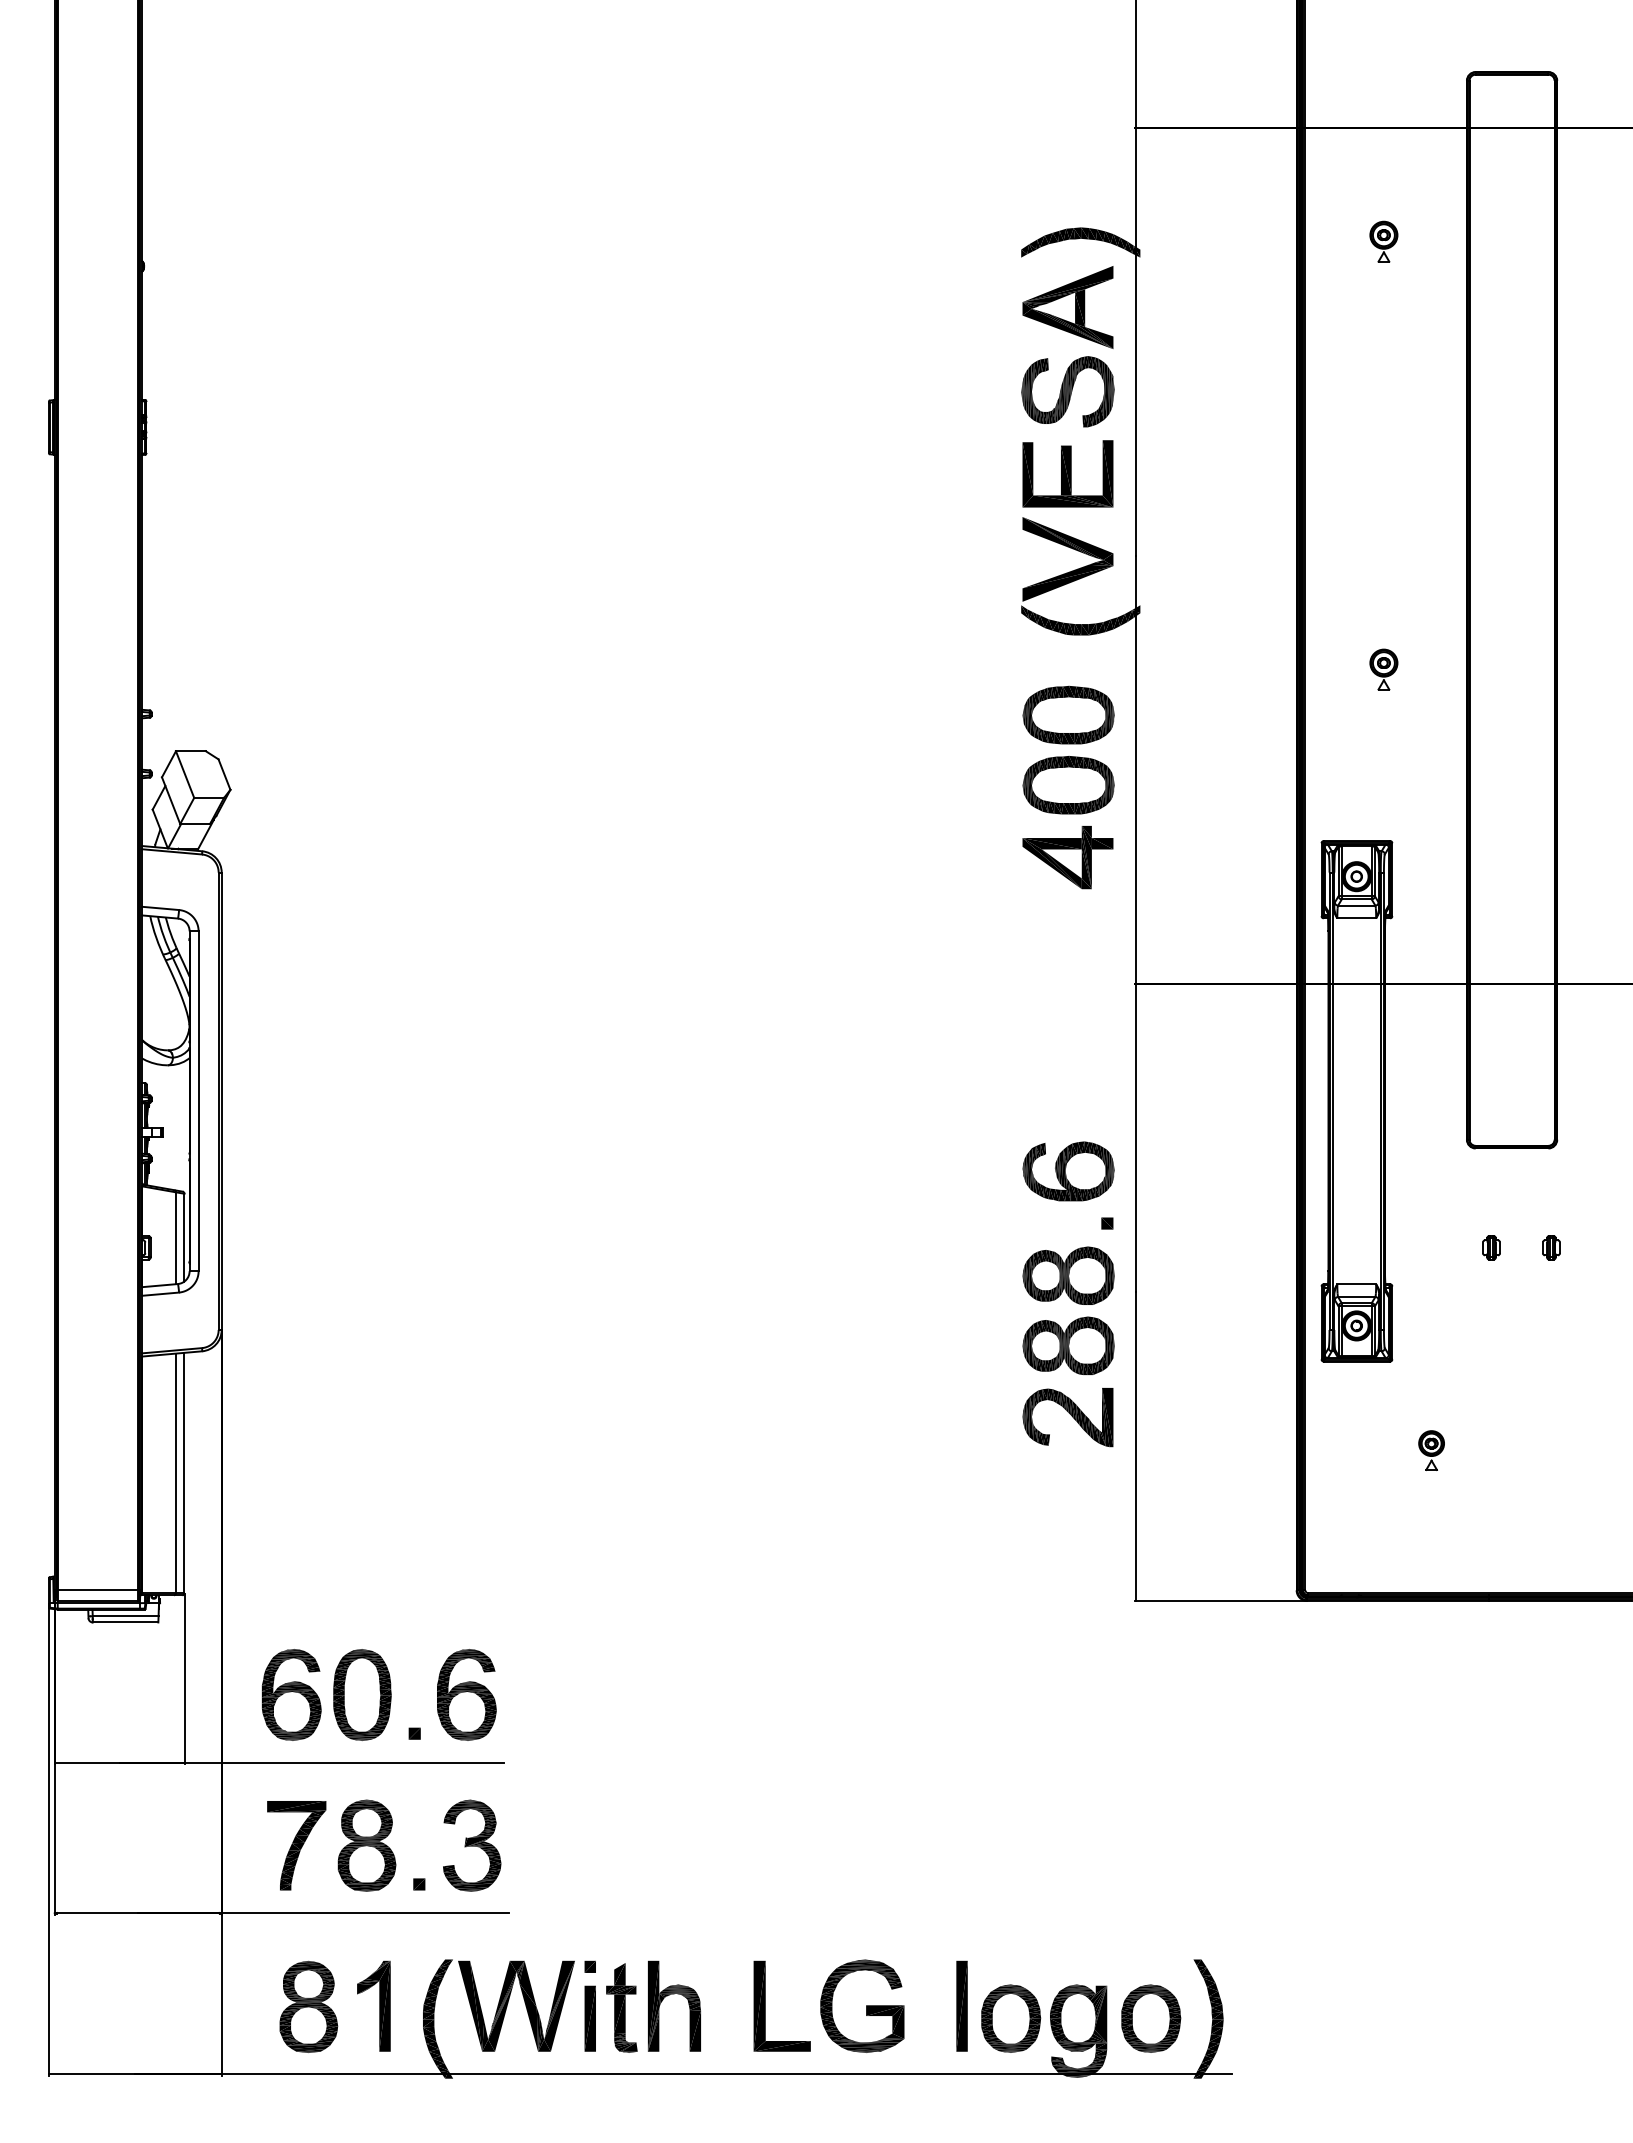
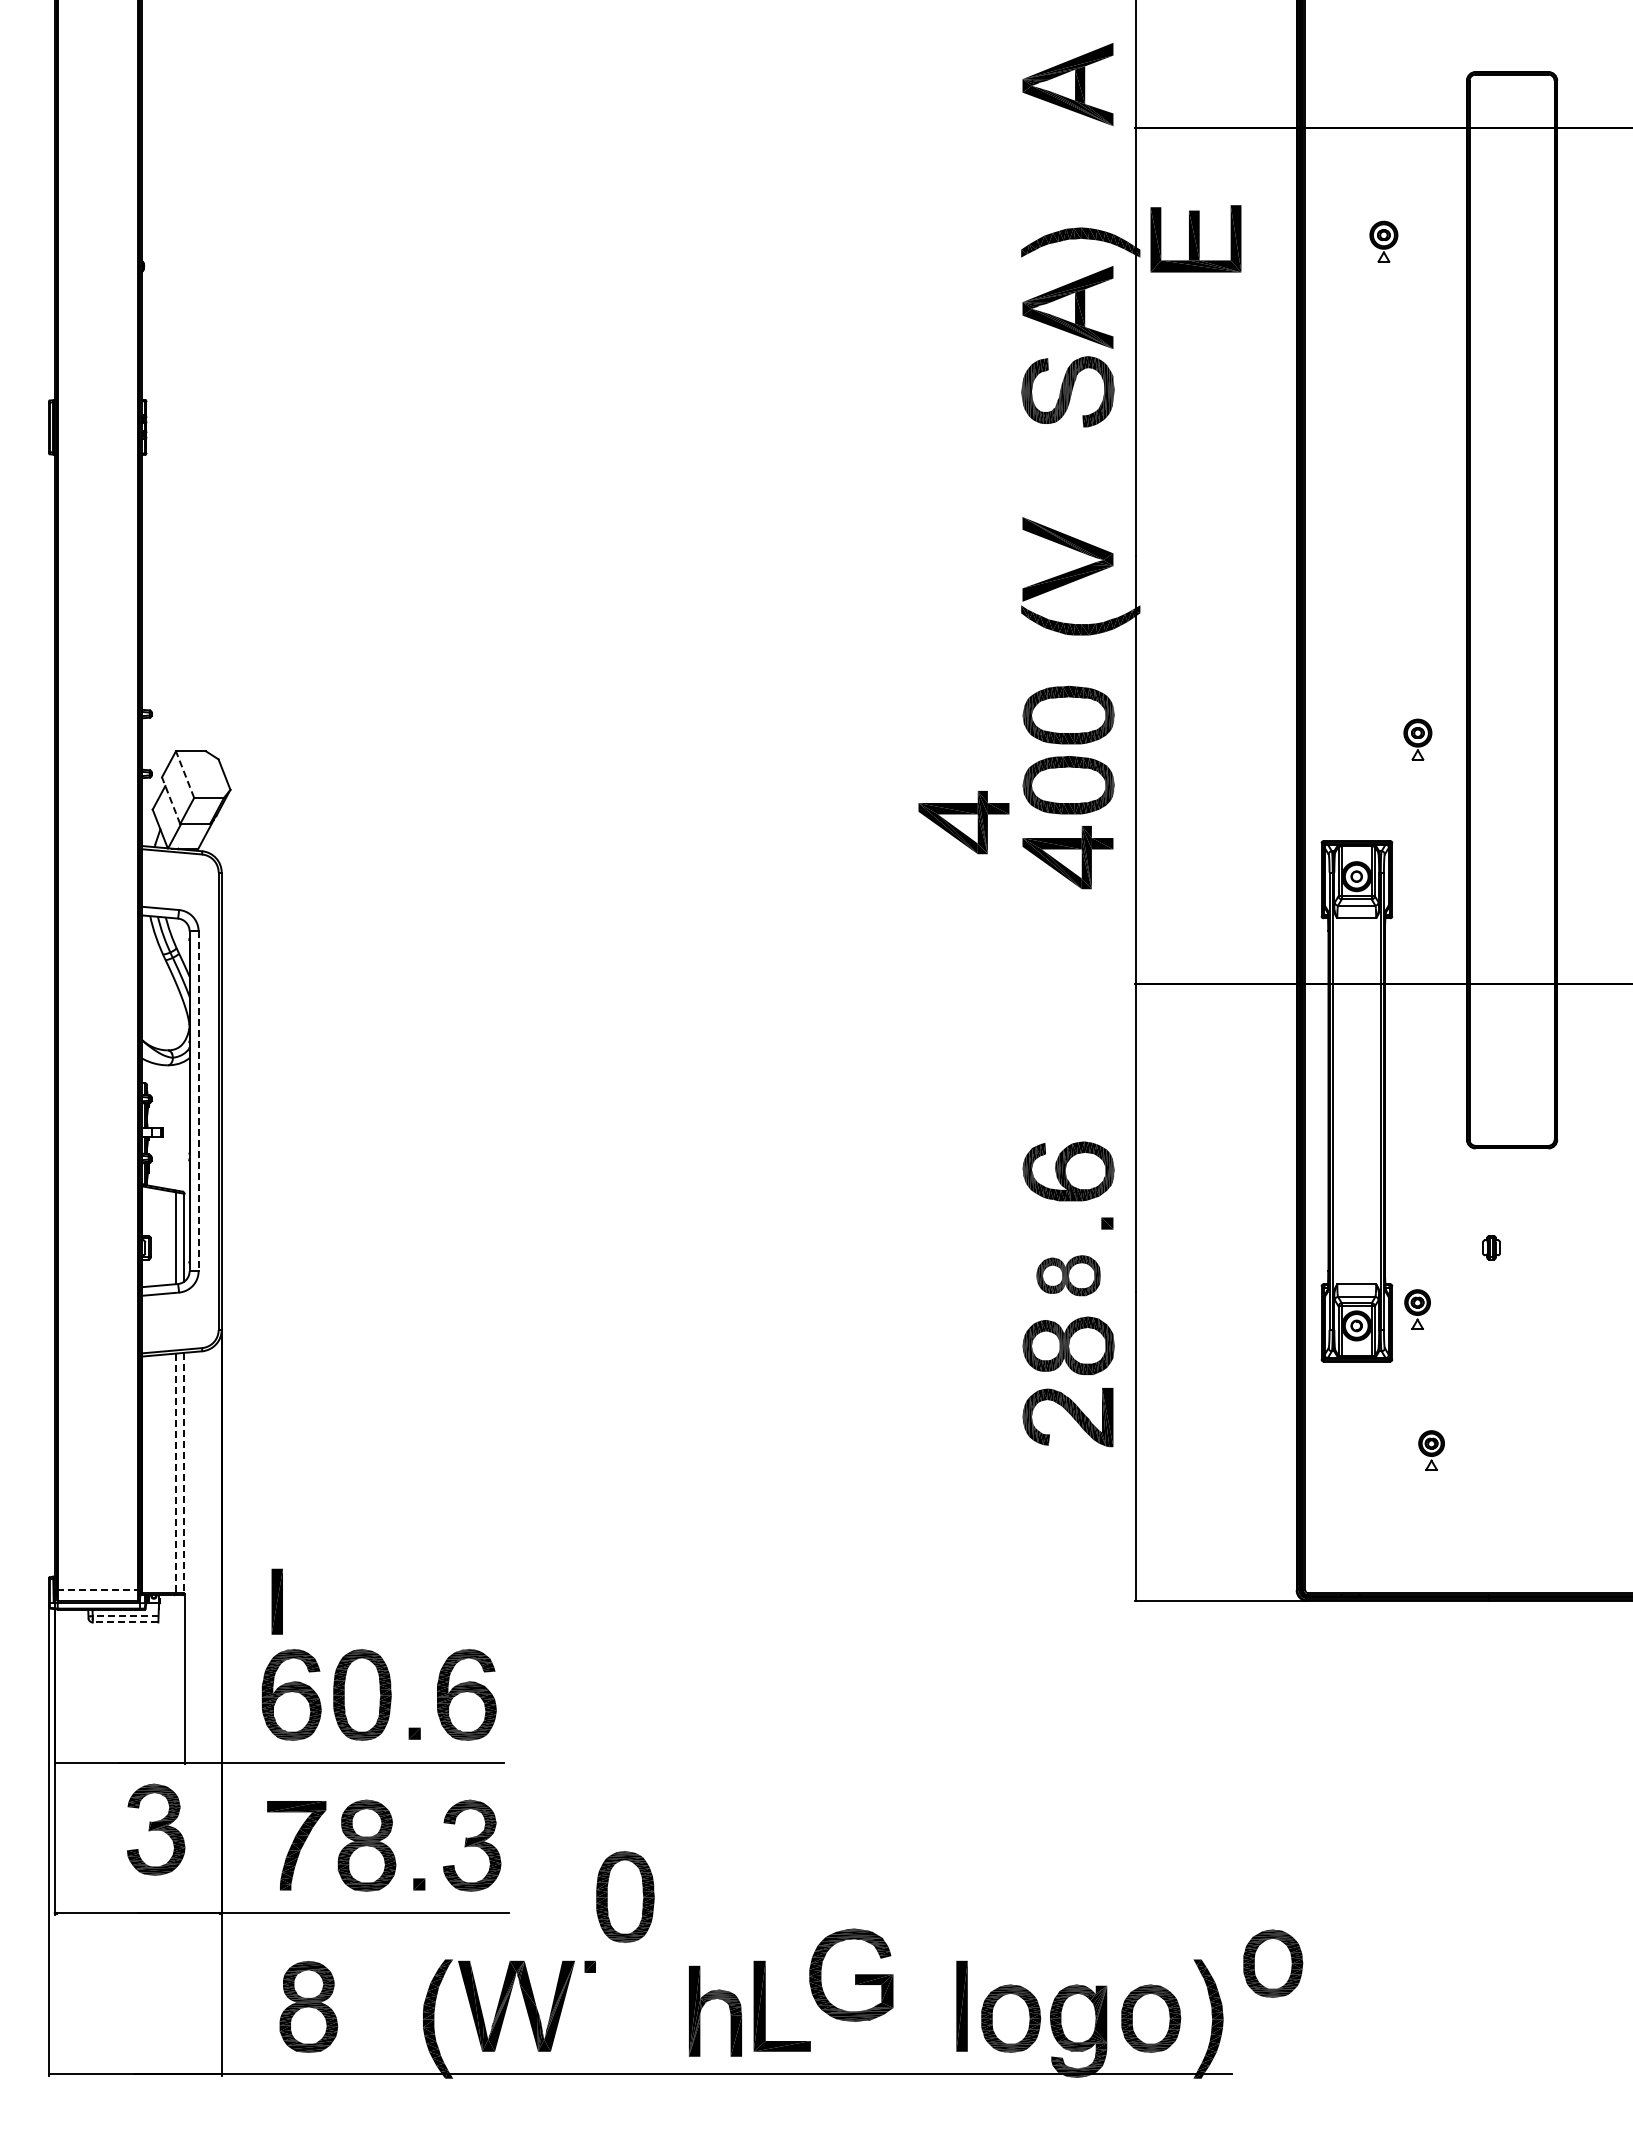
part at (1067, 84): none -> present
part at (1067, 473) position: (1067, 473) -> (1195, 238)
part at (1383, 669) position: (1383, 669) -> (1417, 739)
line at (184, 774): solid -> dashed
line at (170, 800): solid -> dashed
part at (963, 822): none -> present
line at (198, 1101): solid -> dashed
part at (1551, 1247): present -> none
part at (1068, 1275) size: 93x59 px -> 65x42 px
part at (1417, 1309): none -> present
line at (175, 1473): solid -> dashed
line at (184, 1473): solid -> dashed
line at (99, 1590): solid -> dashed
line at (125, 1616): solid -> dashed
line at (125, 1622): solid -> dashed
part at (156, 1829): none -> present
part at (625, 1896): none -> present
part at (1273, 1963): none -> present
part at (674, 1994) position: (674, 1994) -> (715, 1999)
part at (373, 2005): present -> none
part at (862, 2005) position: (862, 2005) -> (851, 1974)
part at (621, 2007): present -> none
part at (589, 2018) position: (589, 2018) -> (276, 1601)
